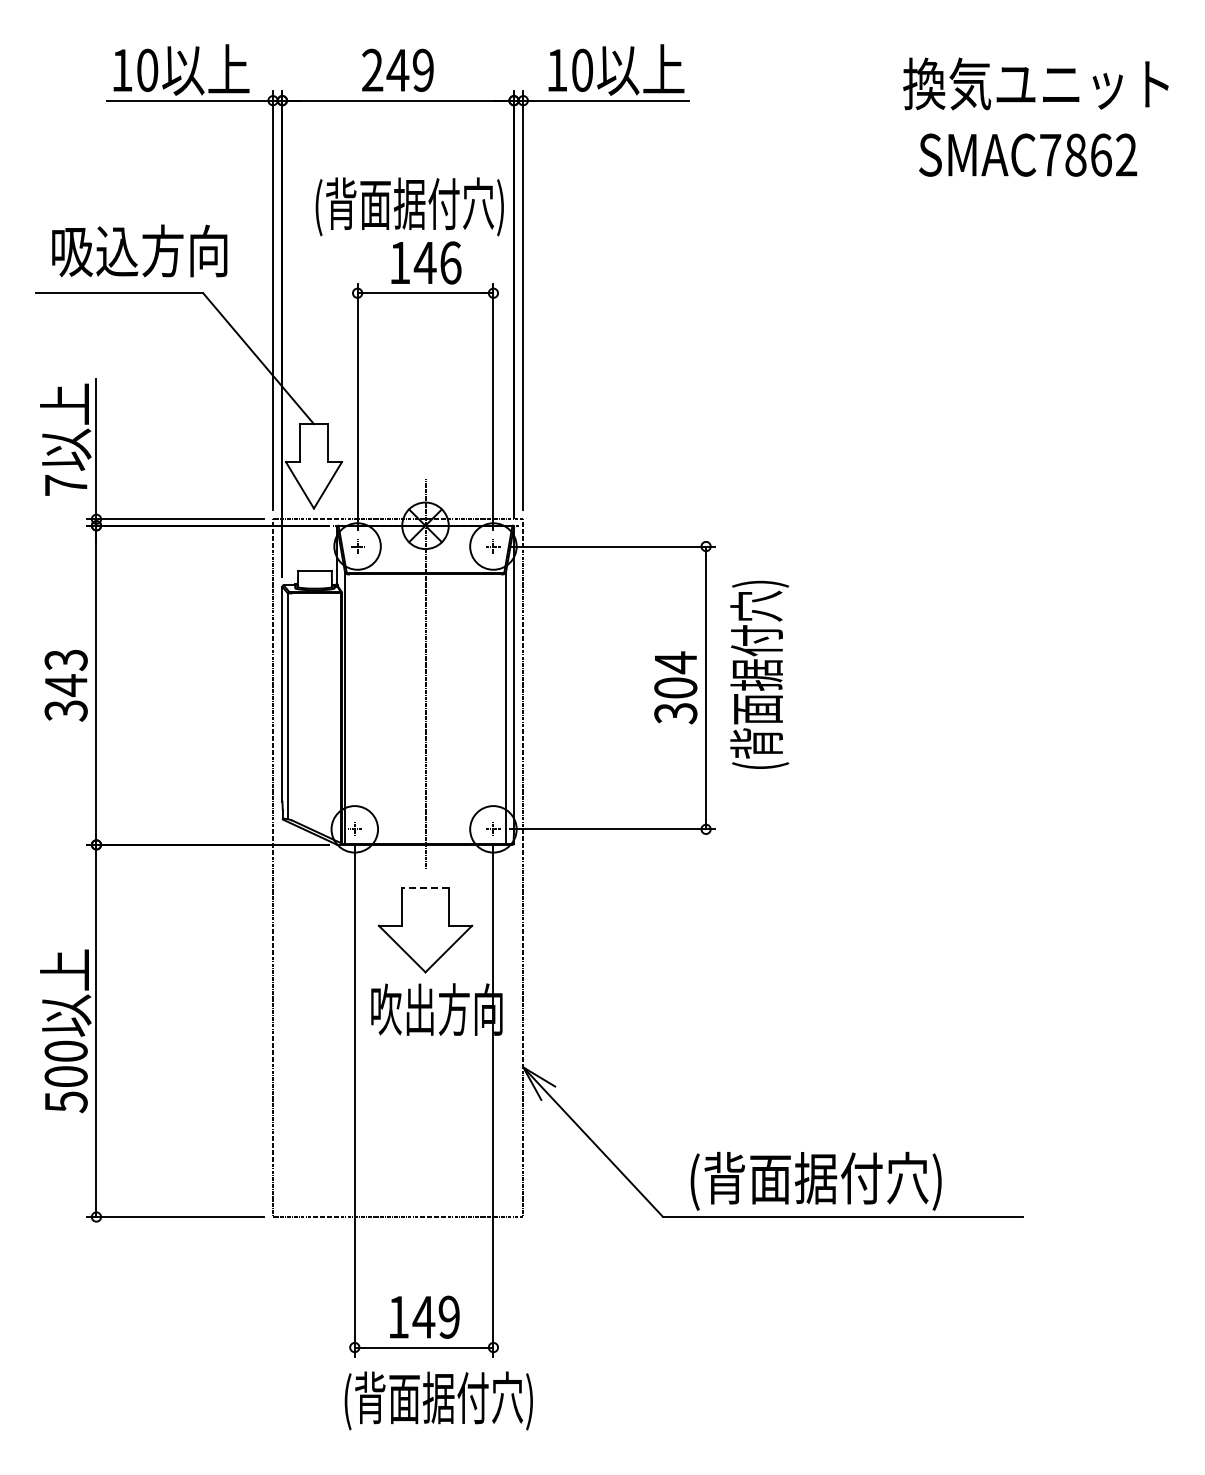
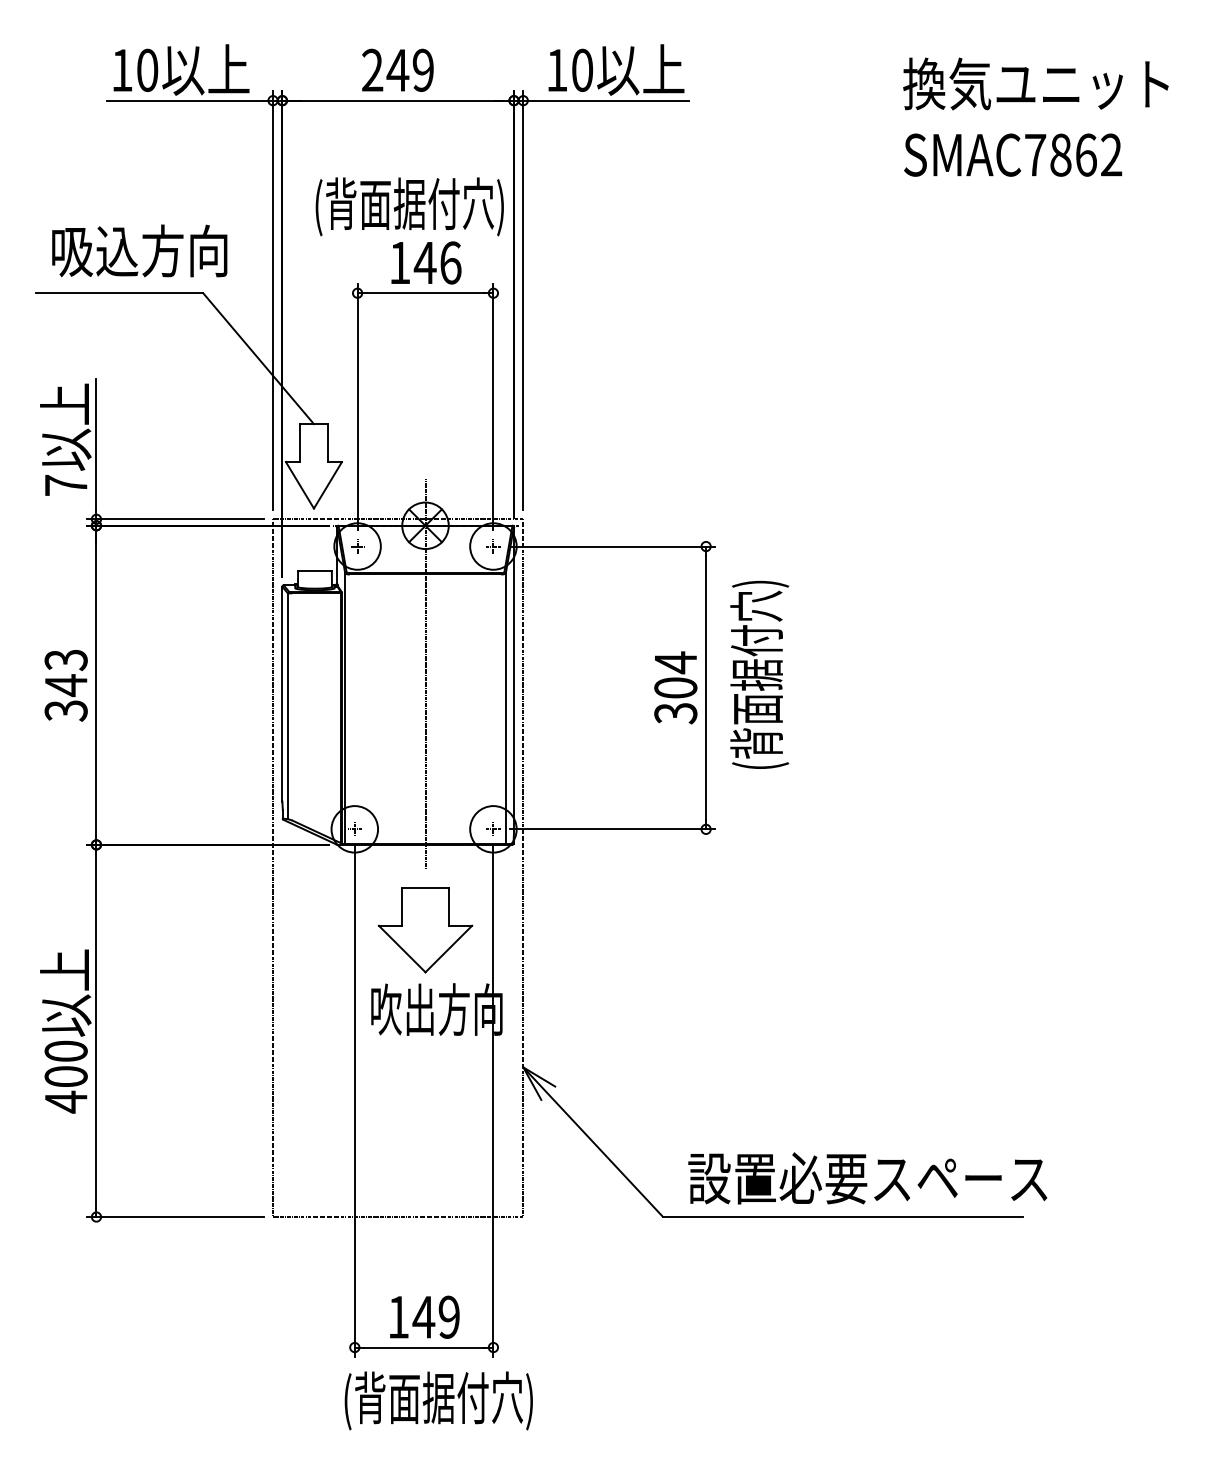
text at (1028, 154) position: (1028, 154) -> (1013, 154)
line at (425, 887): dashed -> solid
text at (66, 1101): 500 -> 400
text at (867, 1180): (背面据付穴) -> 設置必要スペース
